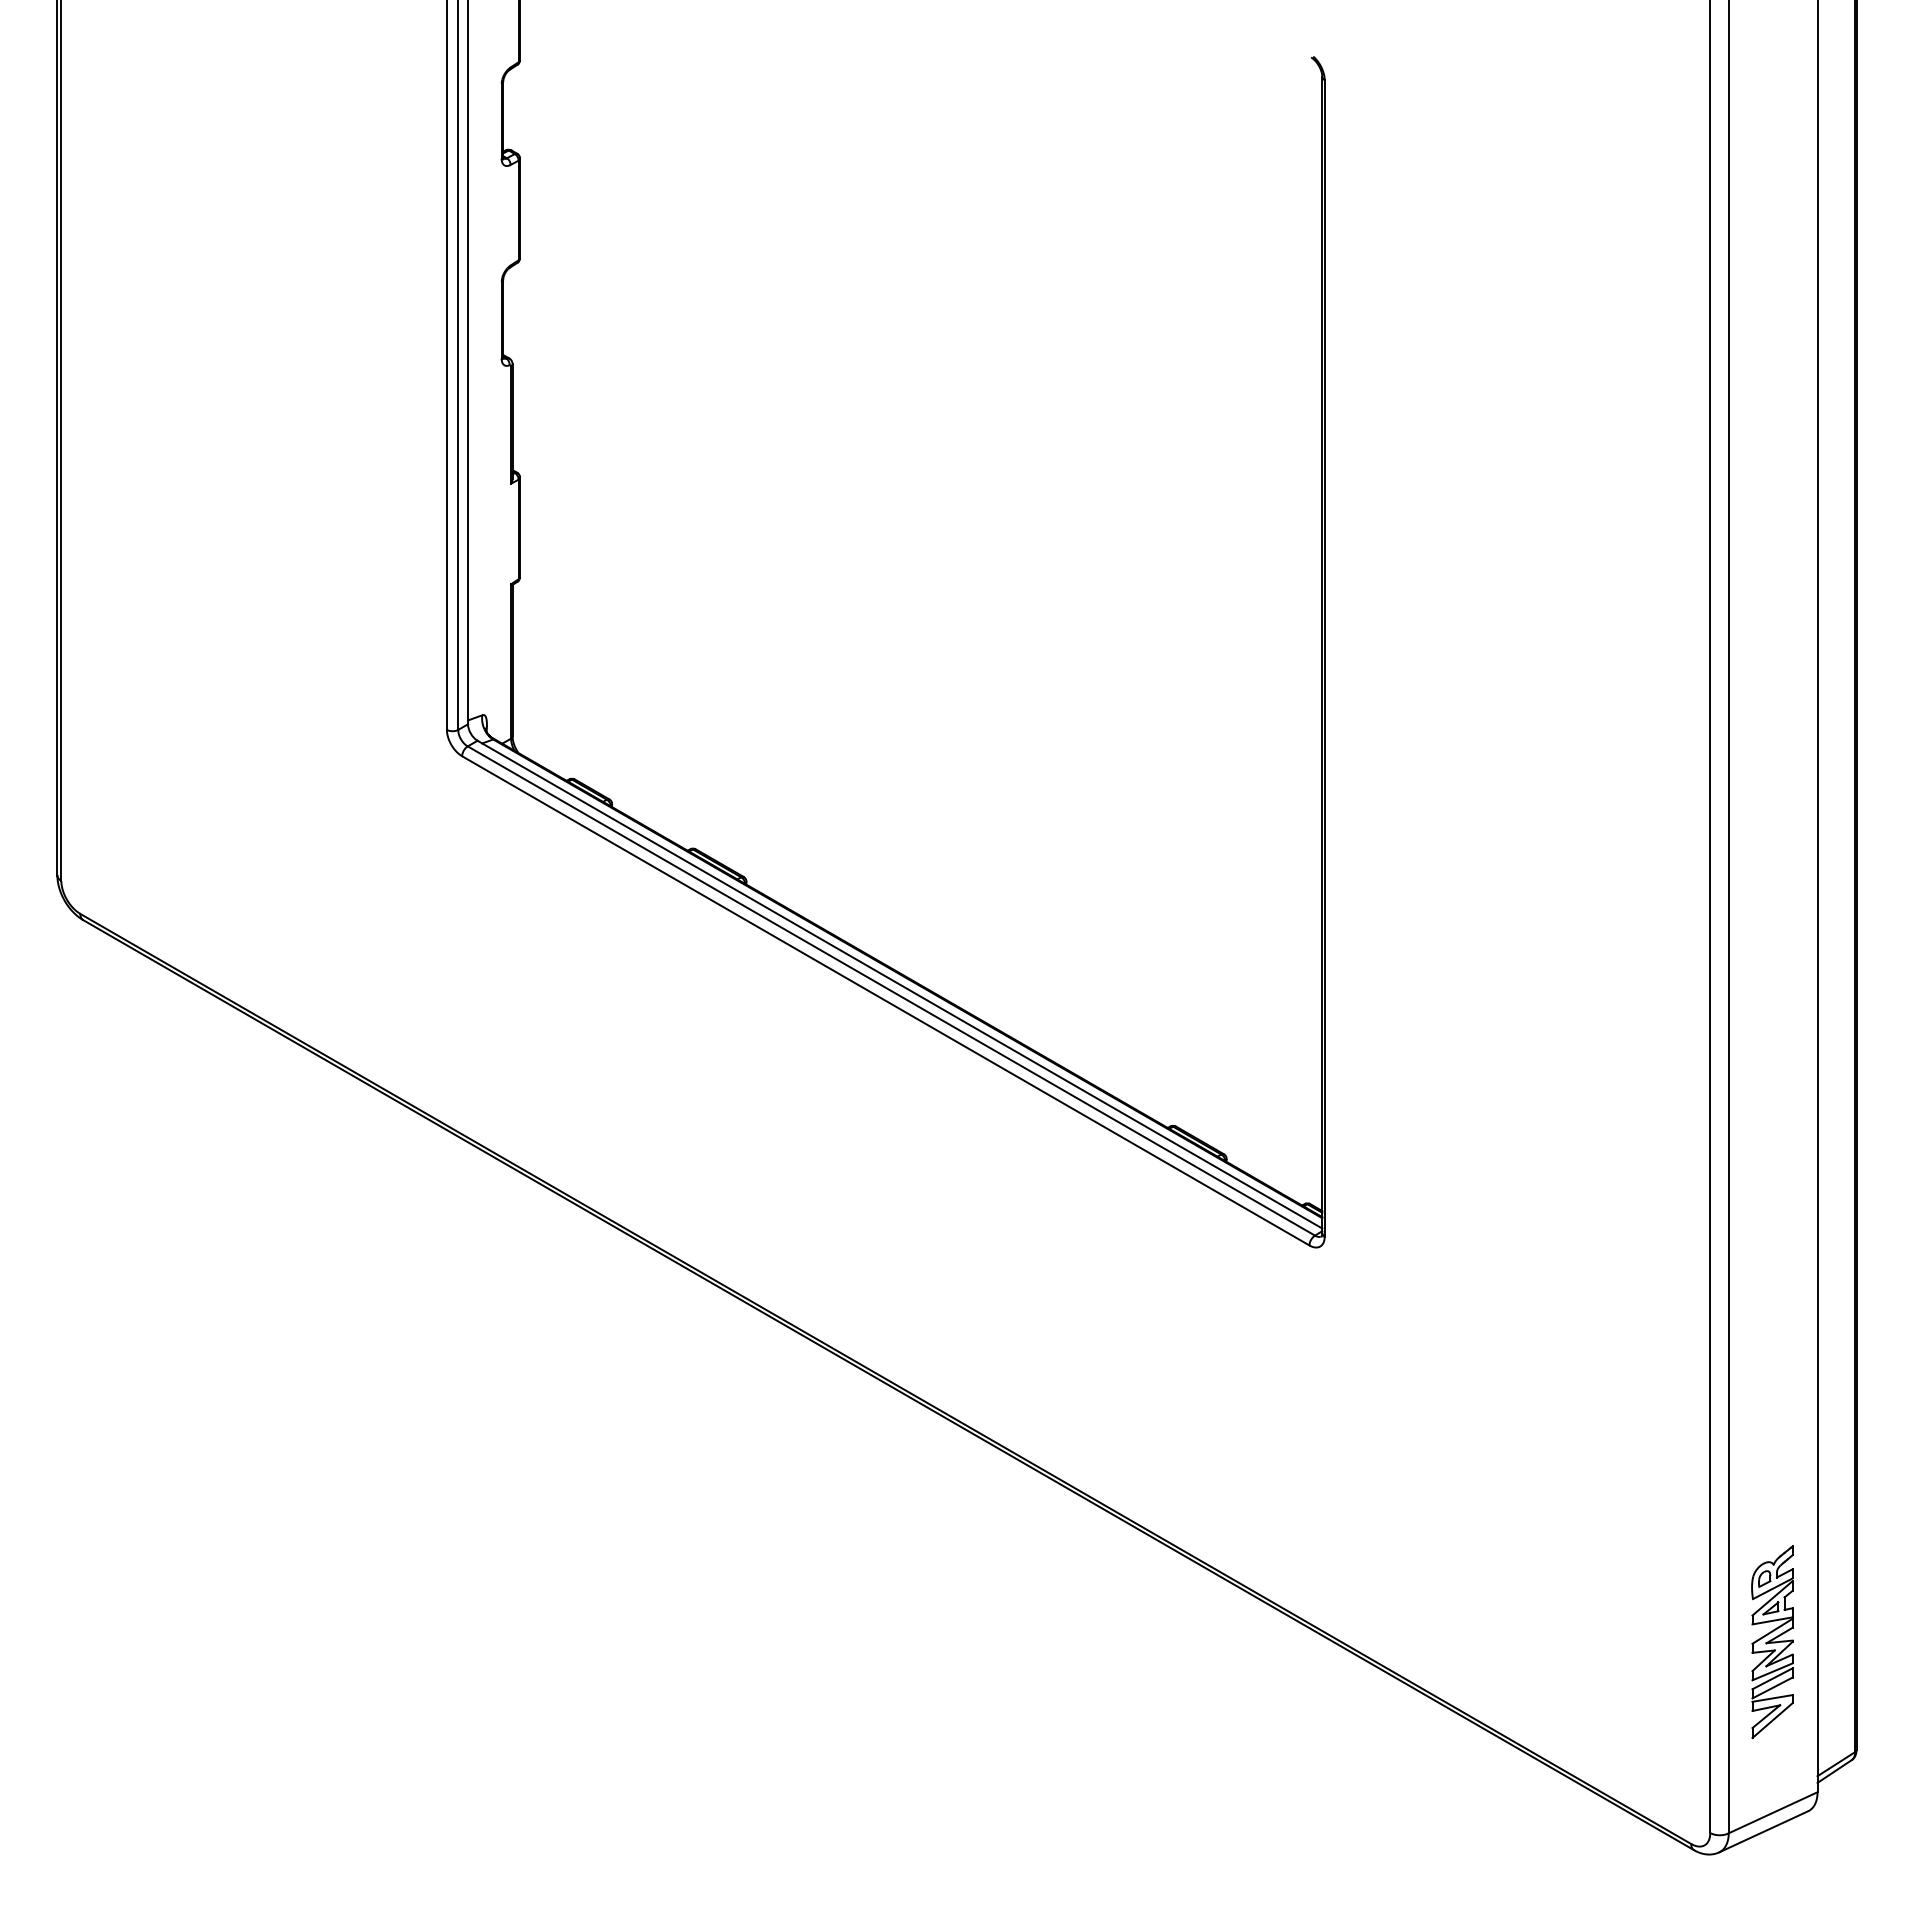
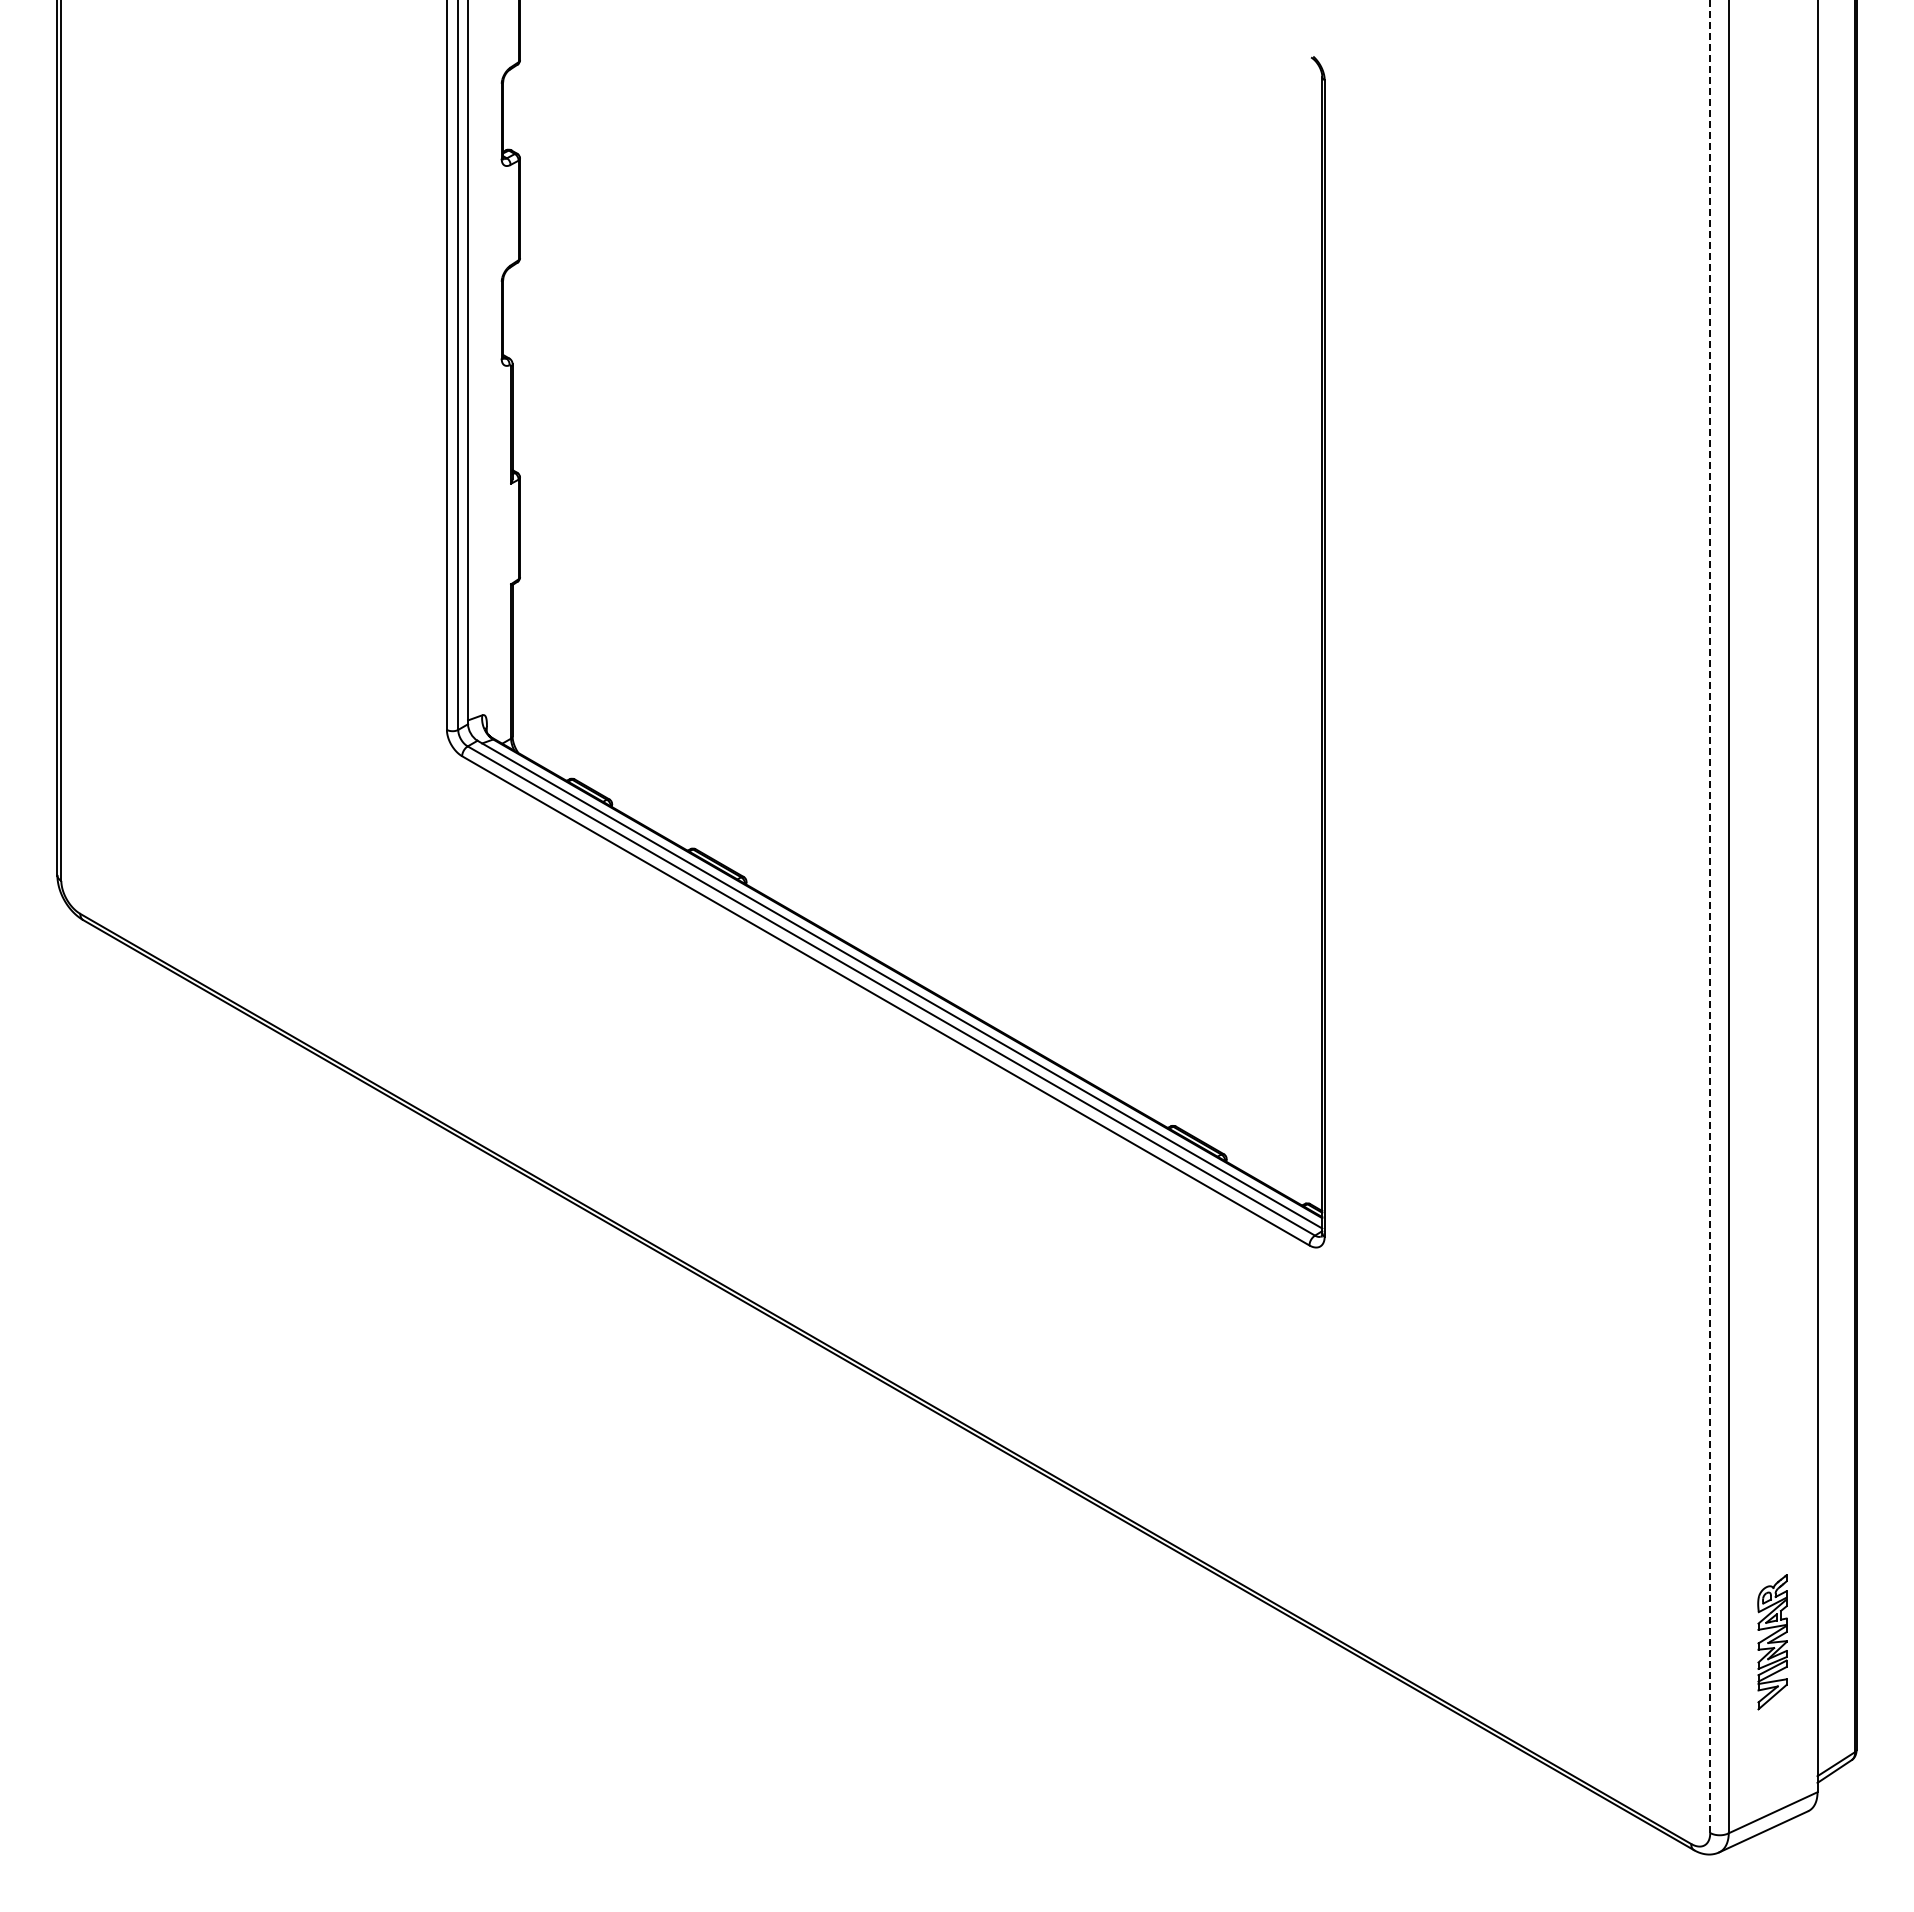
line at (1710, 916): solid -> dashed
part at (1772, 1642) size: 43x195 px -> 31x137 px
